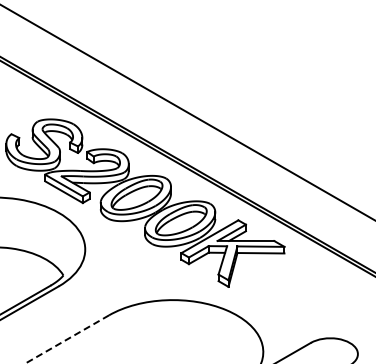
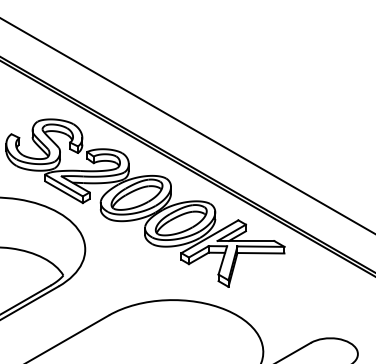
line at (187, 111) position: (187, 111) -> (187, 125)
line at (66, 339): dashed -> solid
